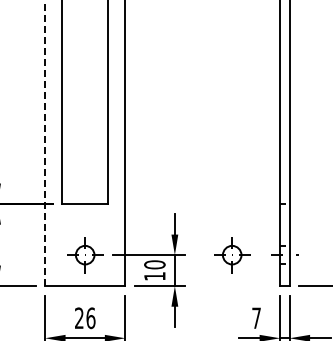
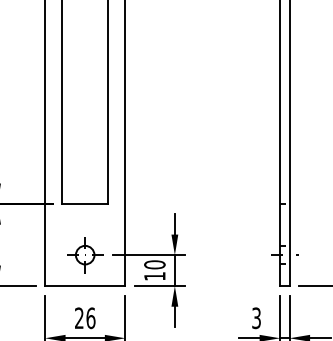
line at (44, 143): dashed -> solid
part at (232, 255): present -> none
text at (256, 318): 7 -> 3
